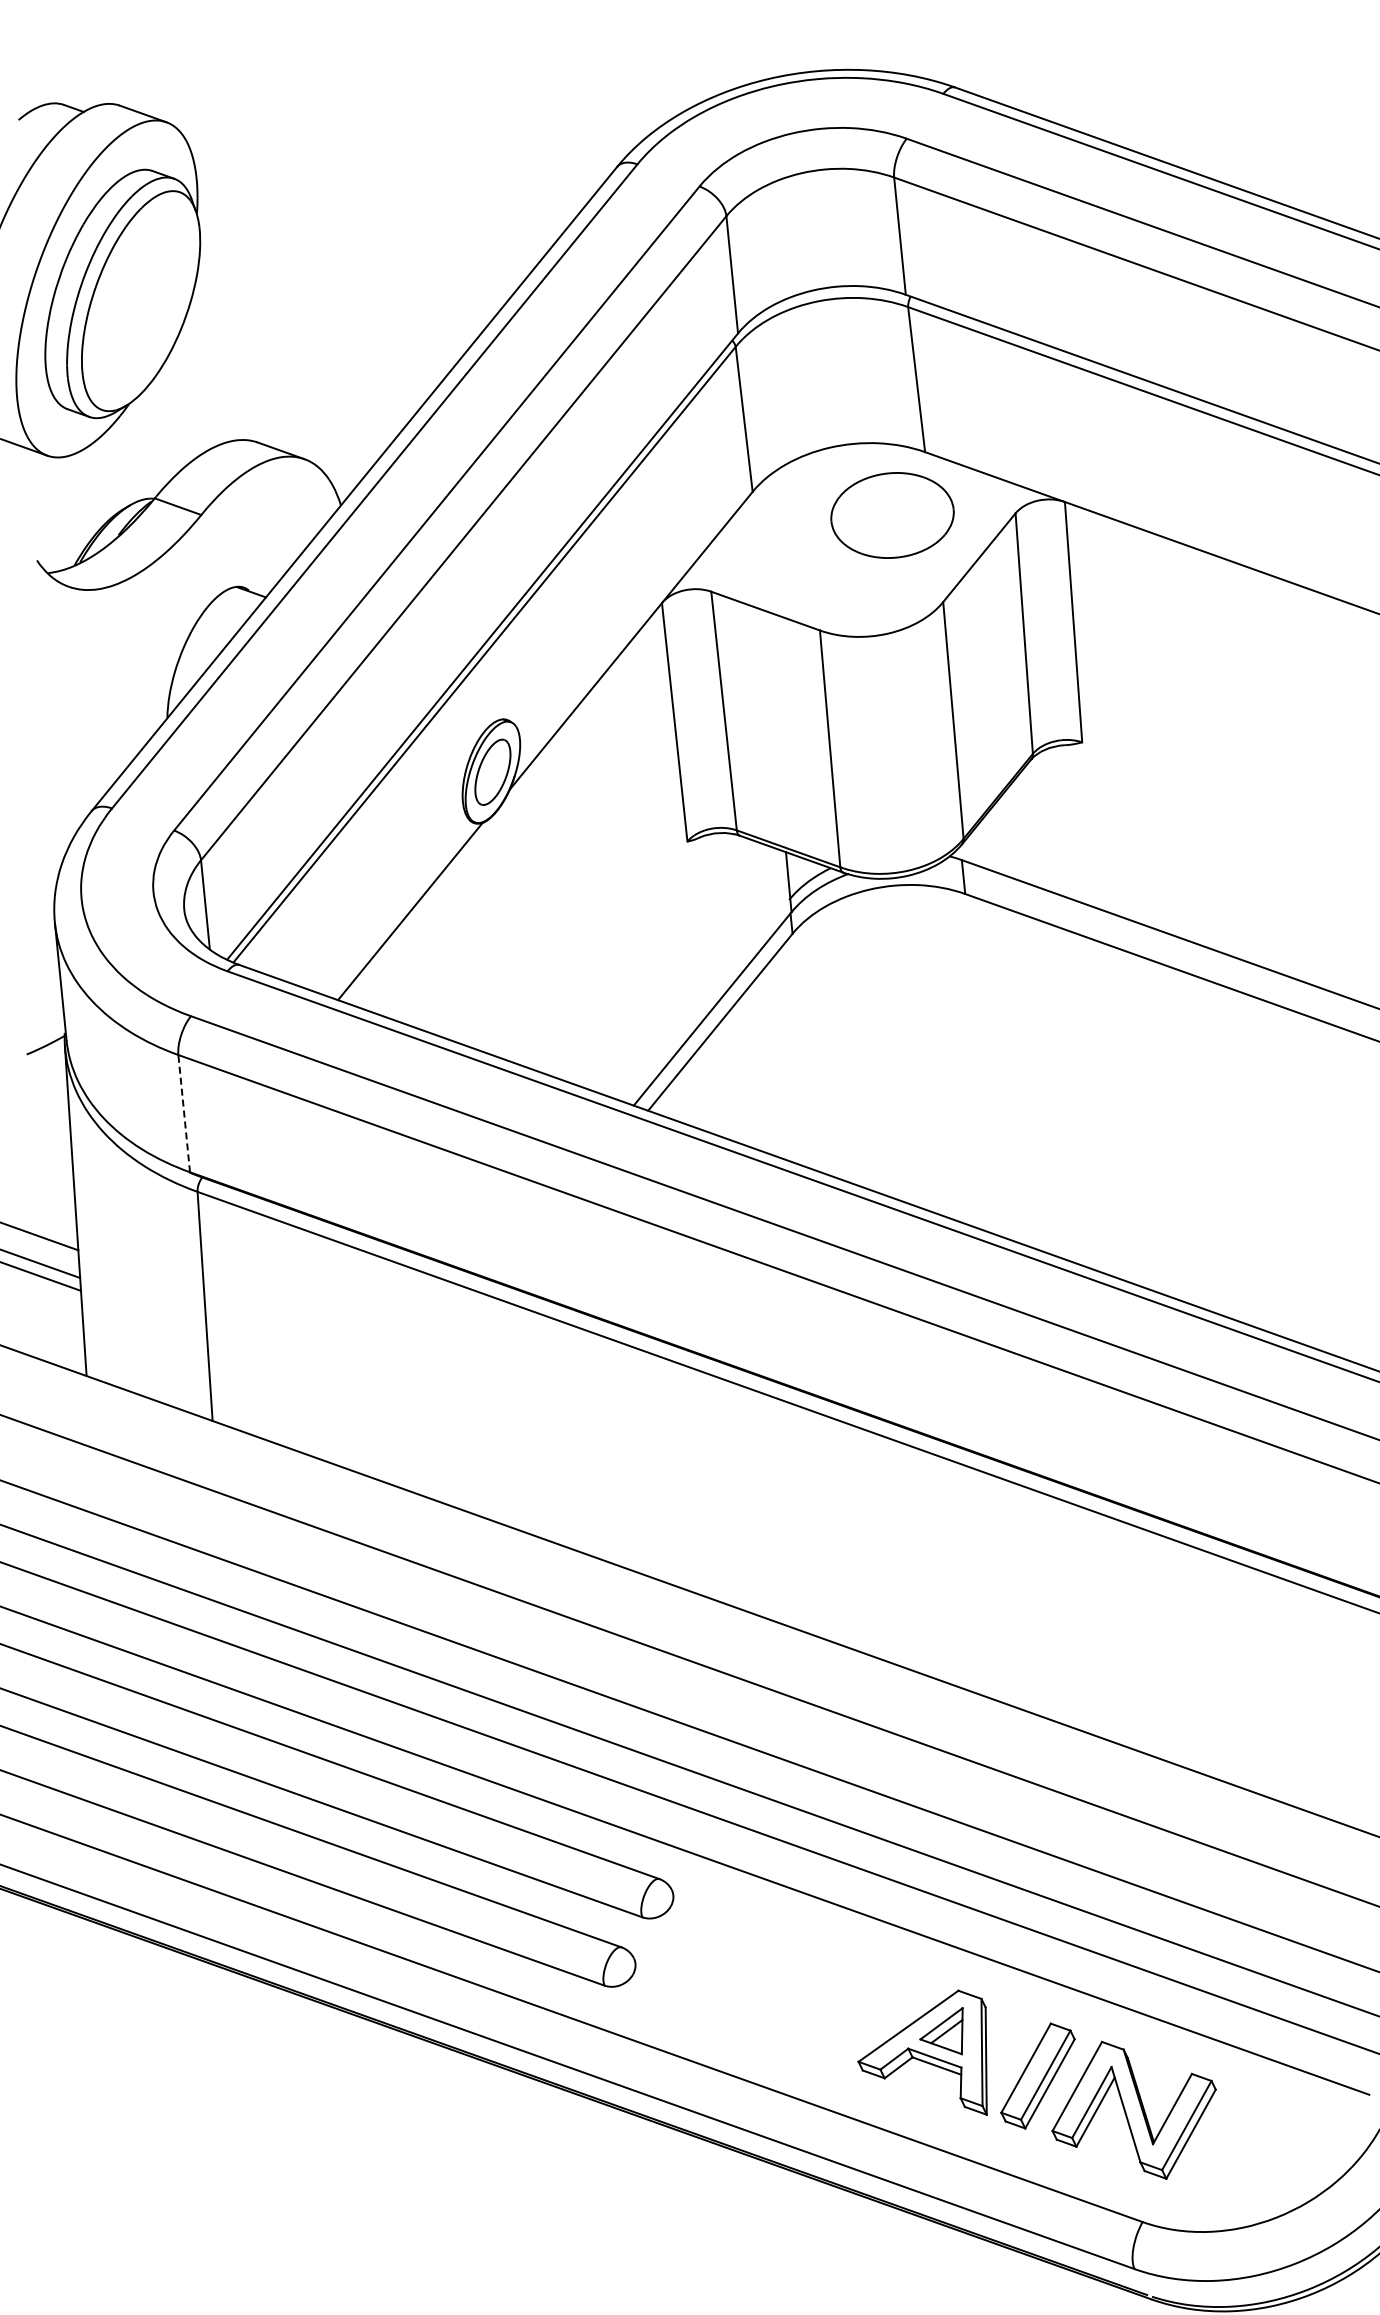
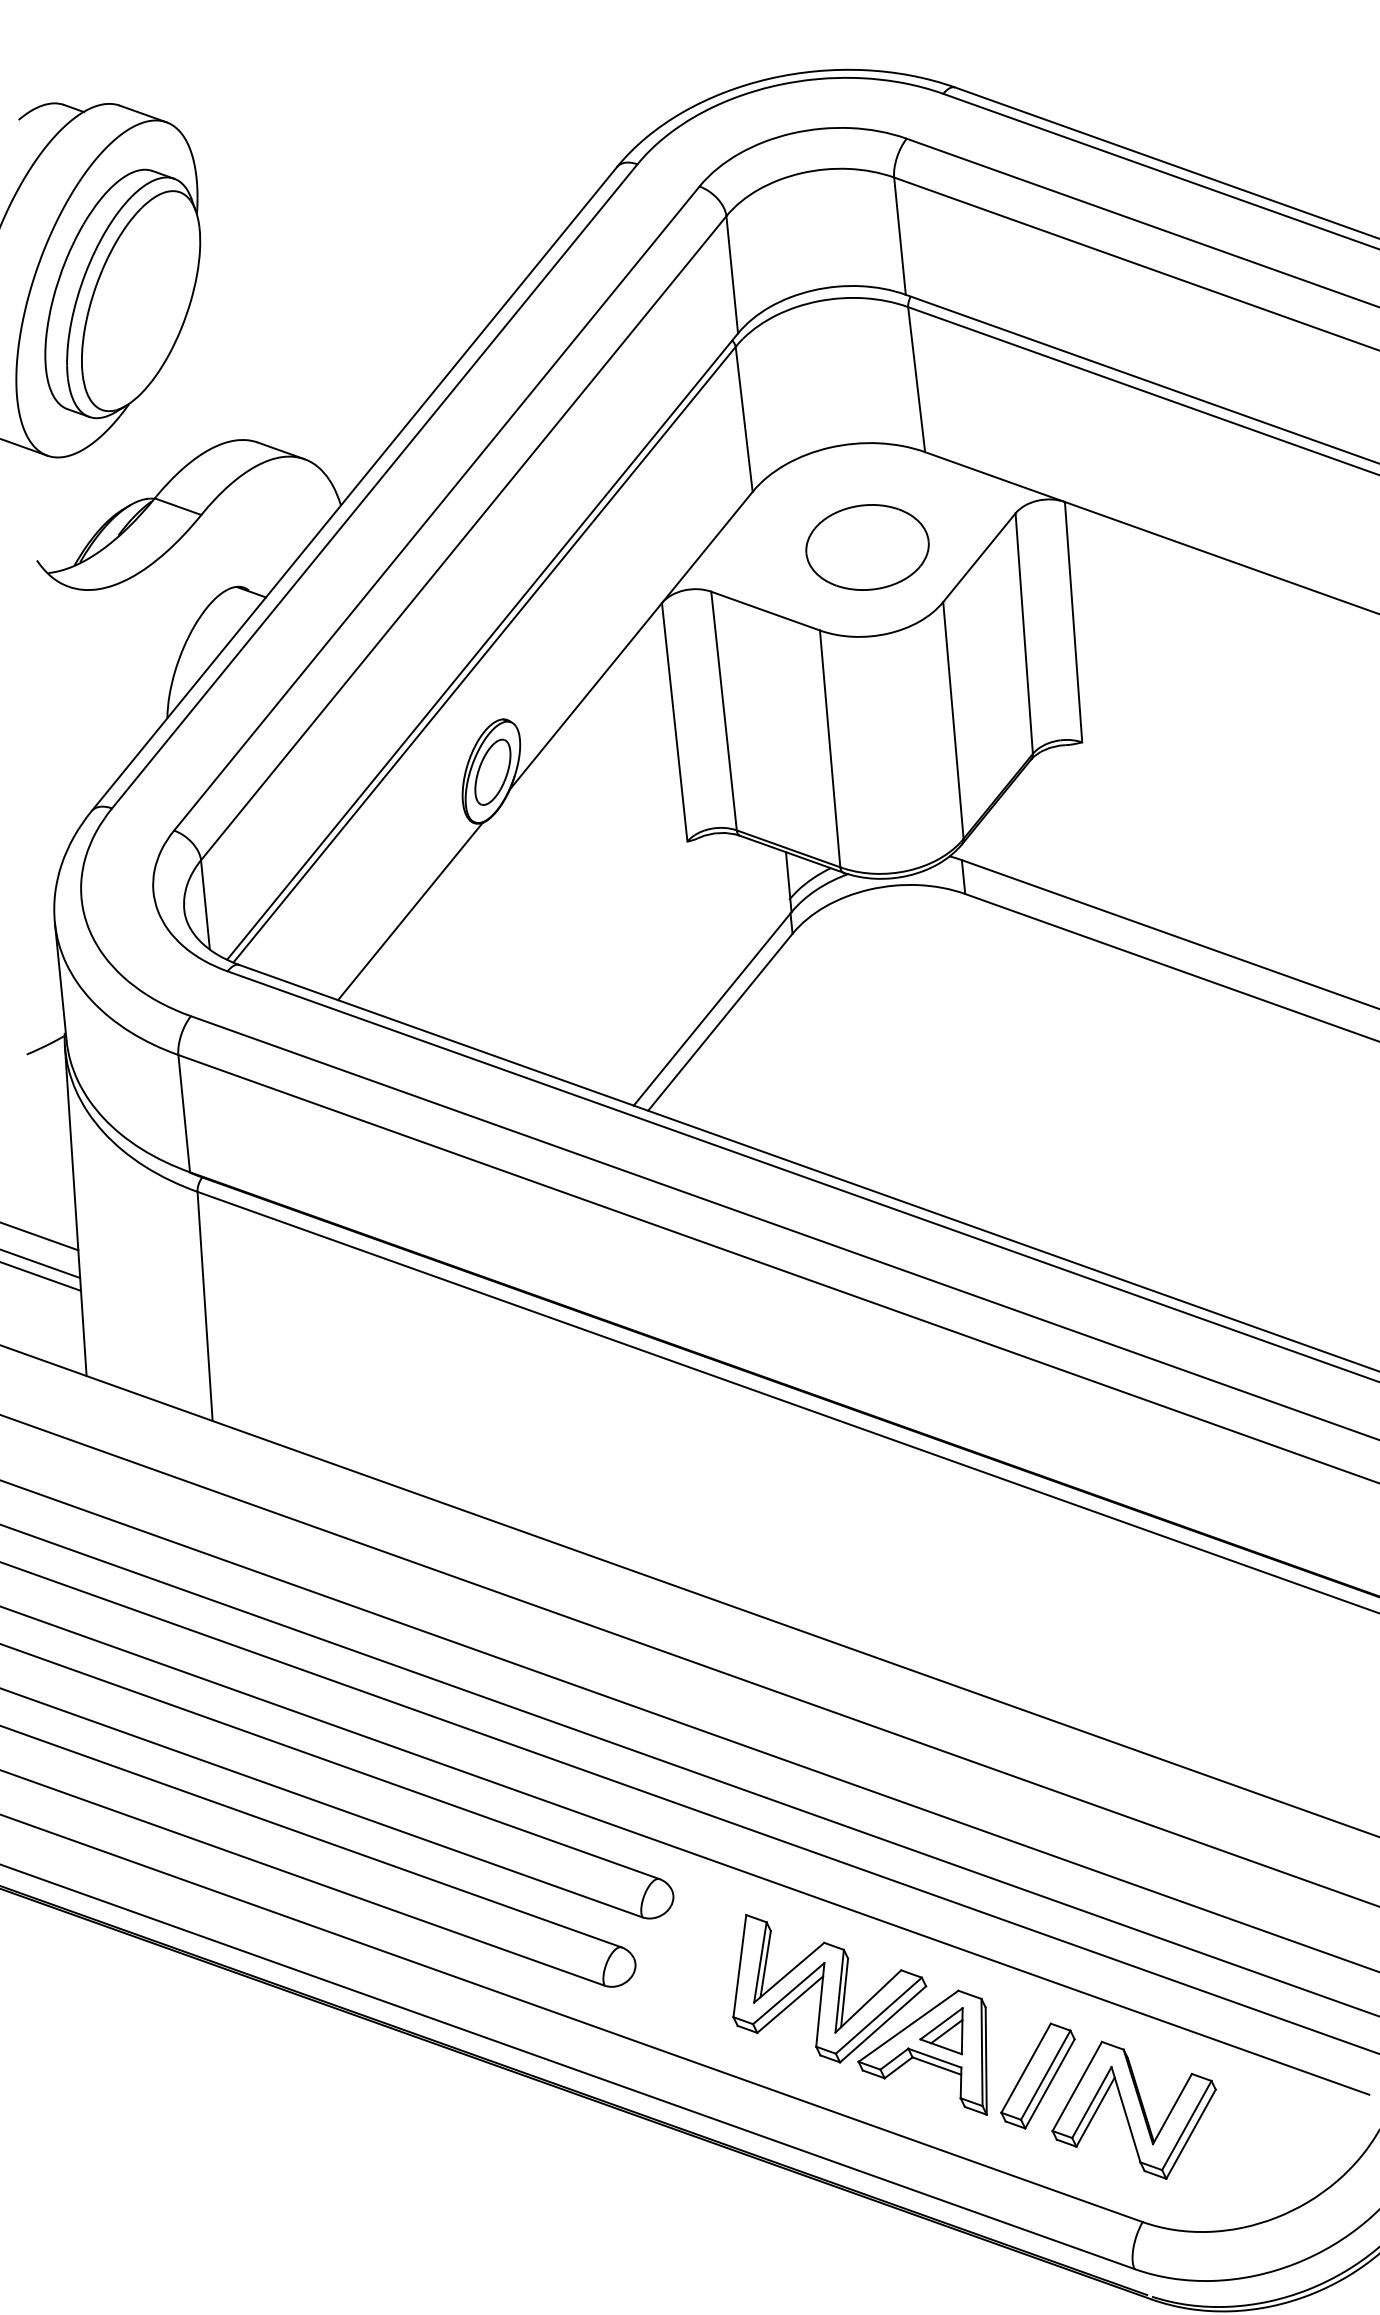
part at (892, 515) position: (892, 515) -> (867, 547)
line at (184, 1113): dashed -> solid
part at (829, 1988): none -> present
